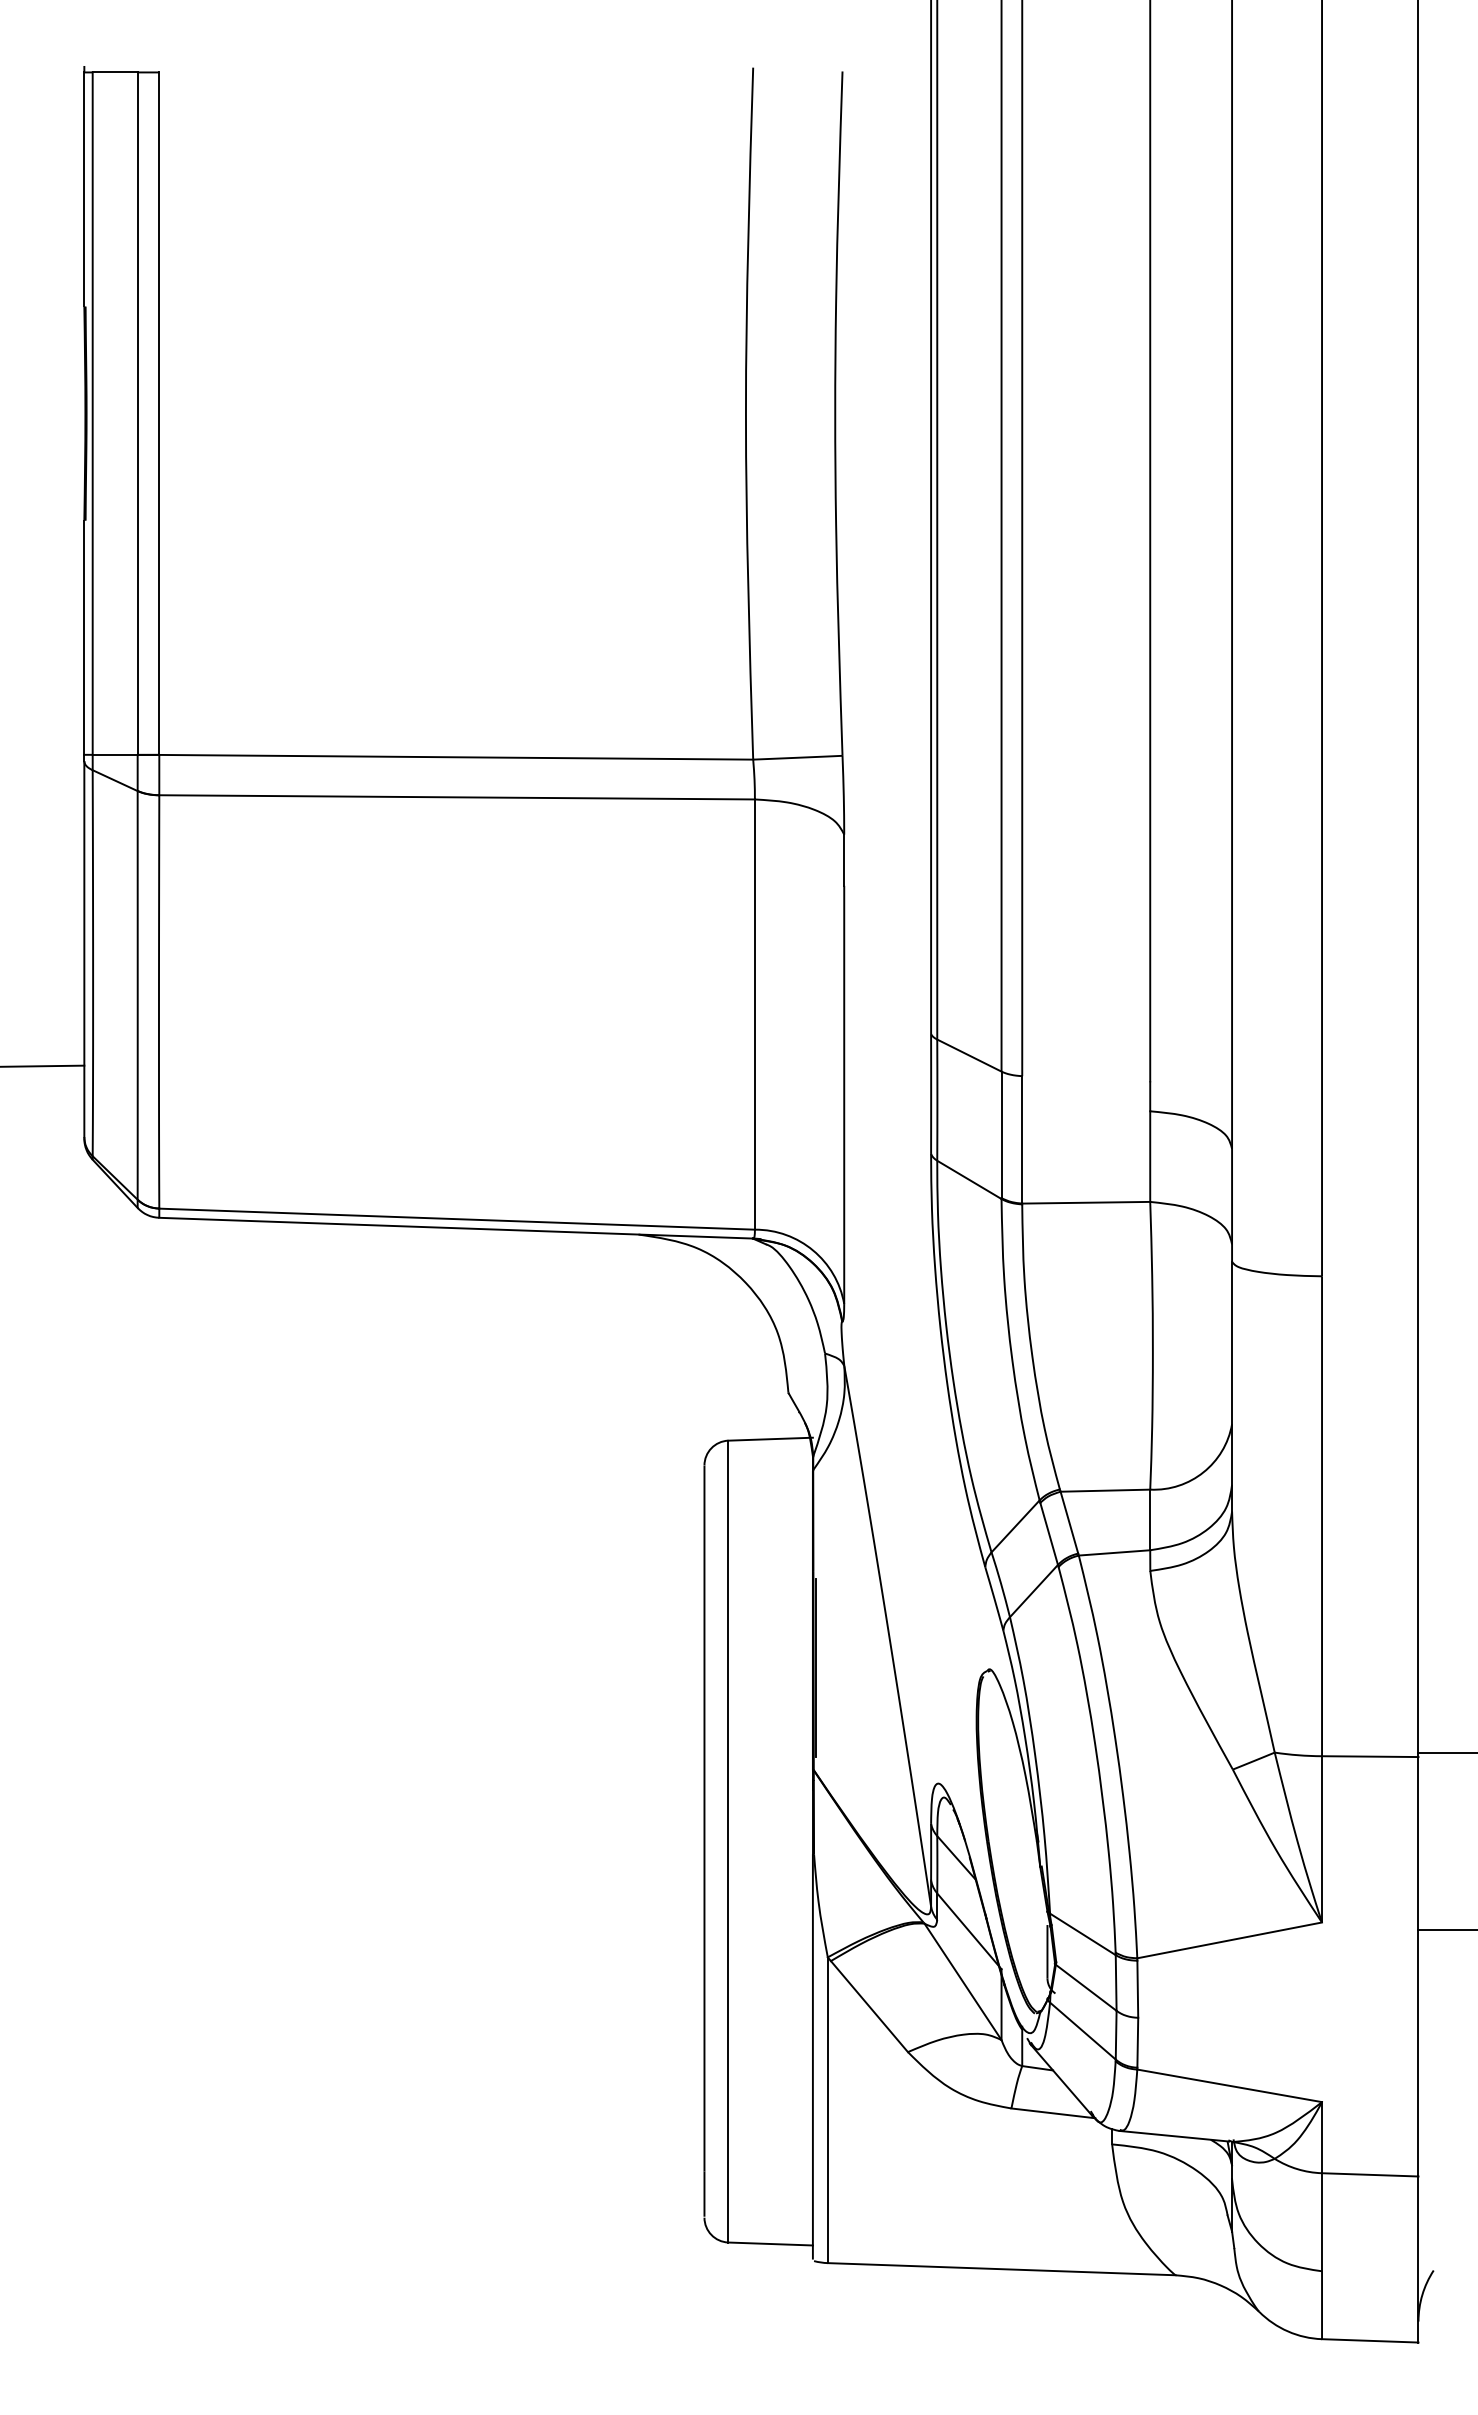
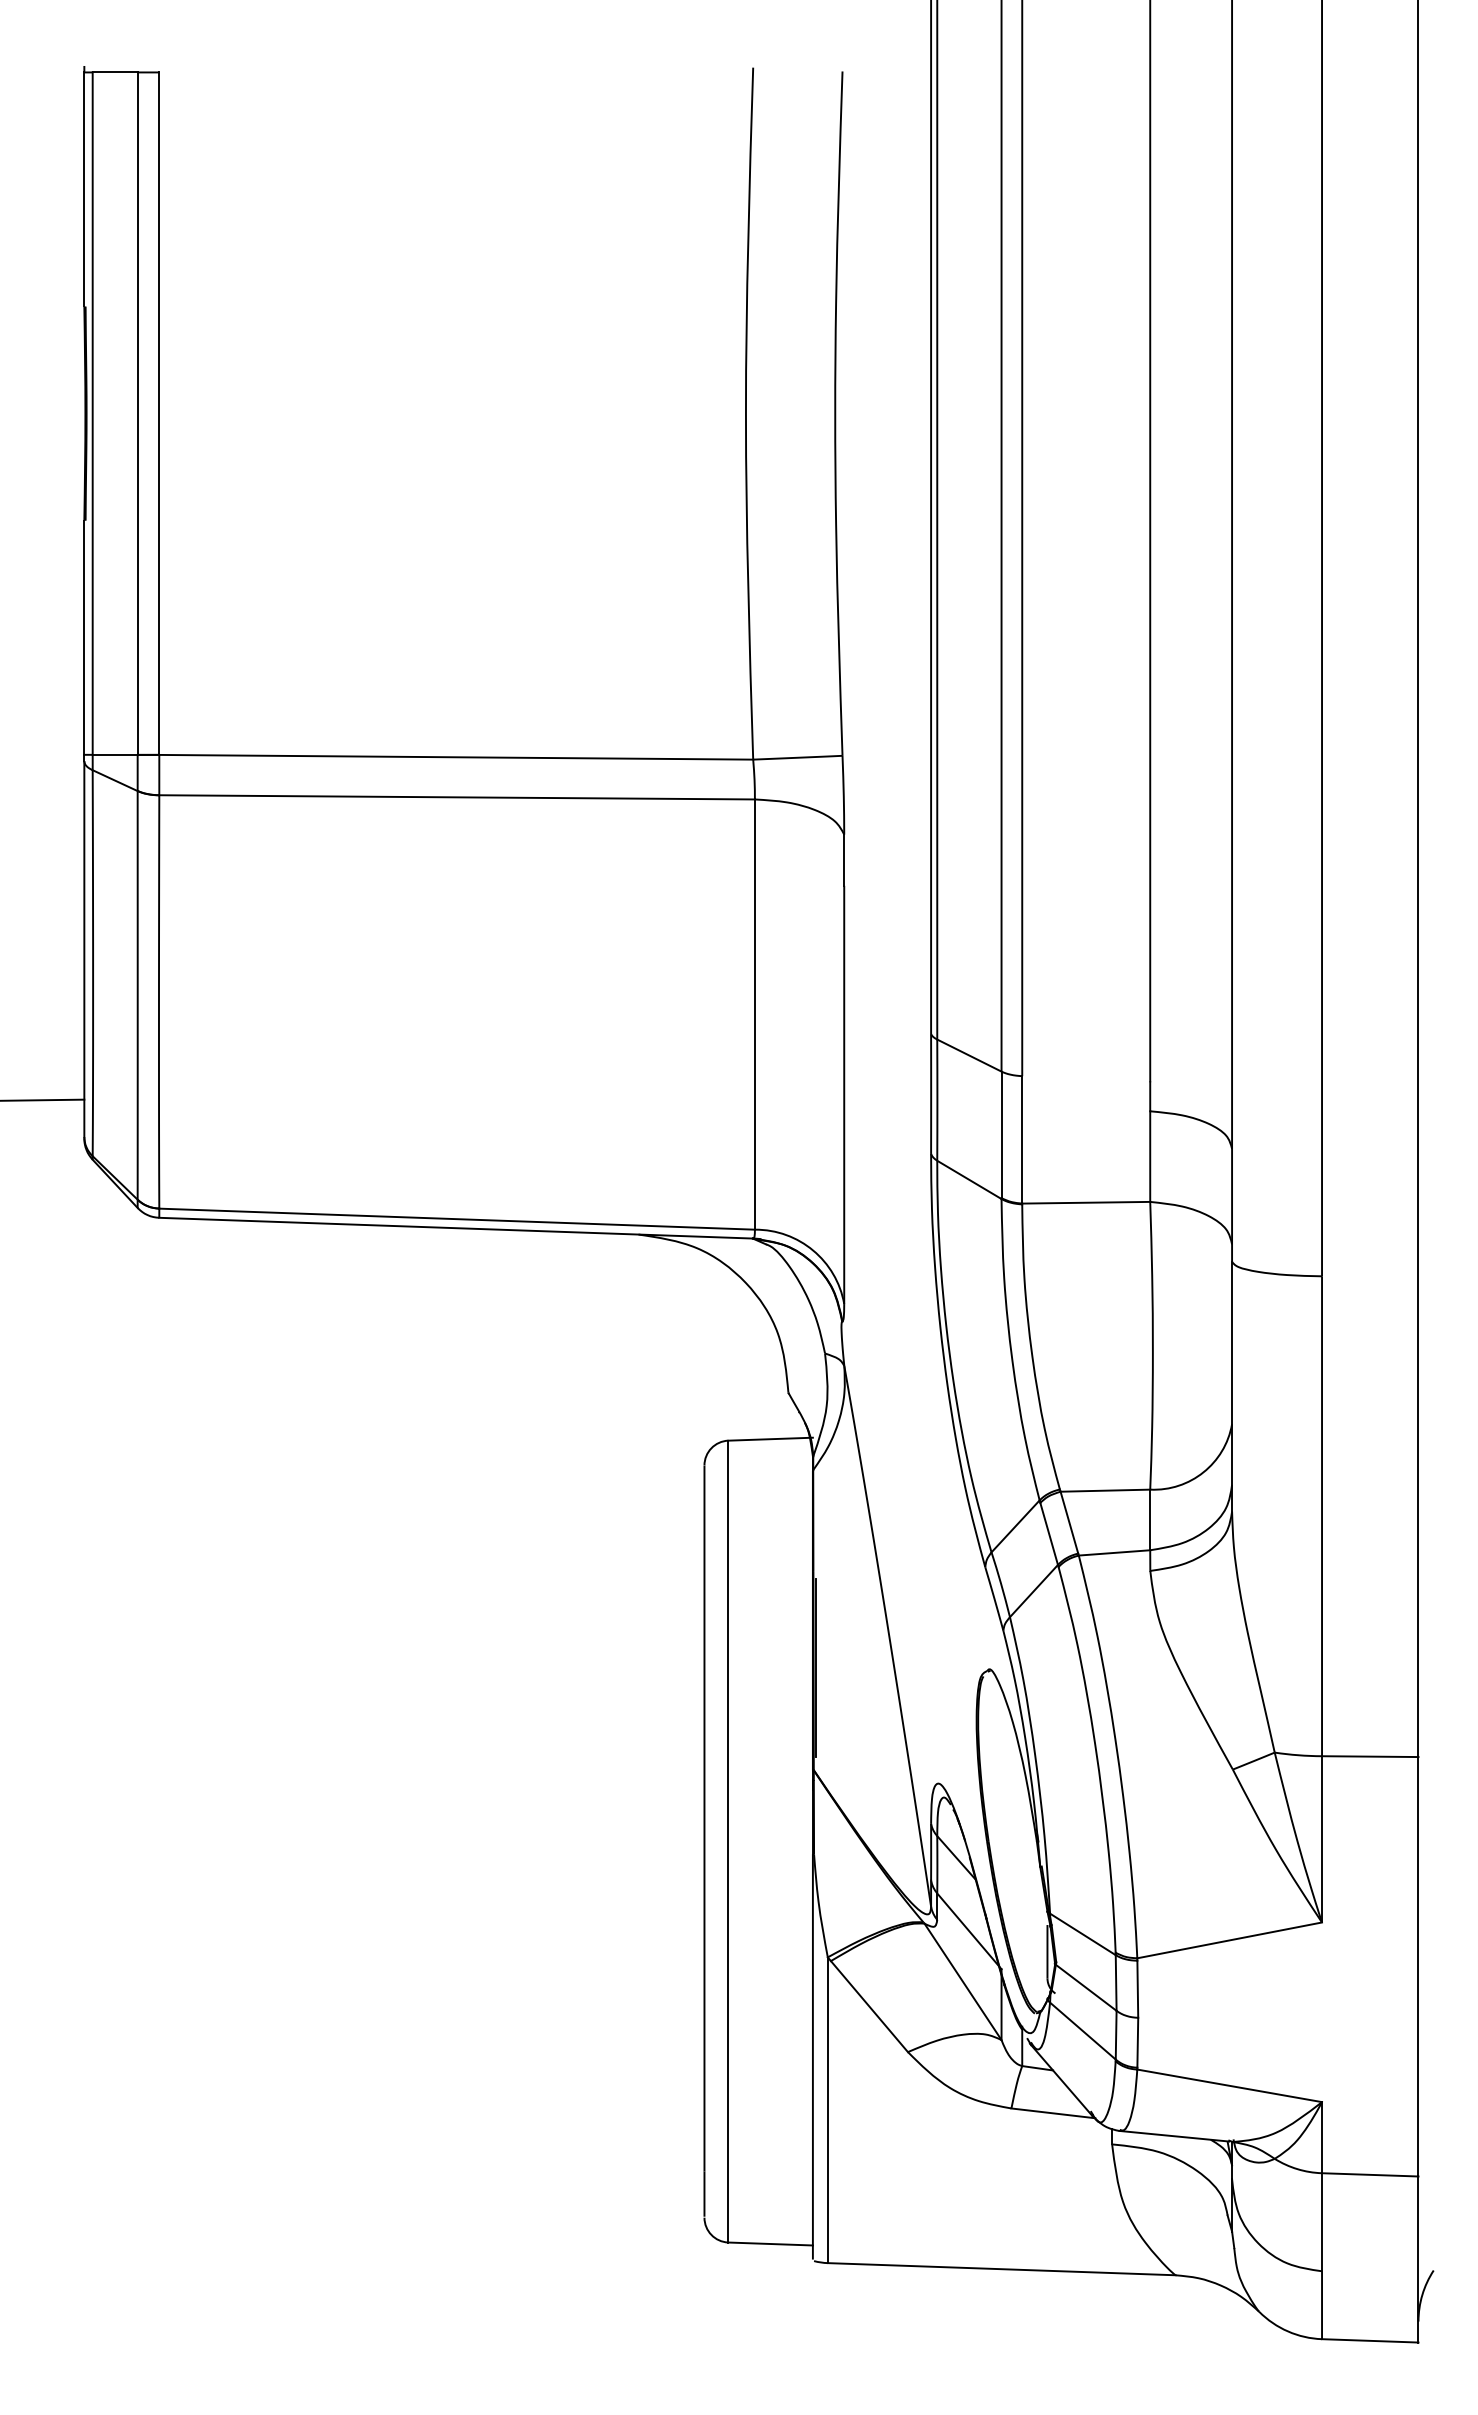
line at (43, 1065) position: (43, 1065) -> (43, 1099)
line at (1446, 1753): present -> none
line at (1446, 1930): present -> none
